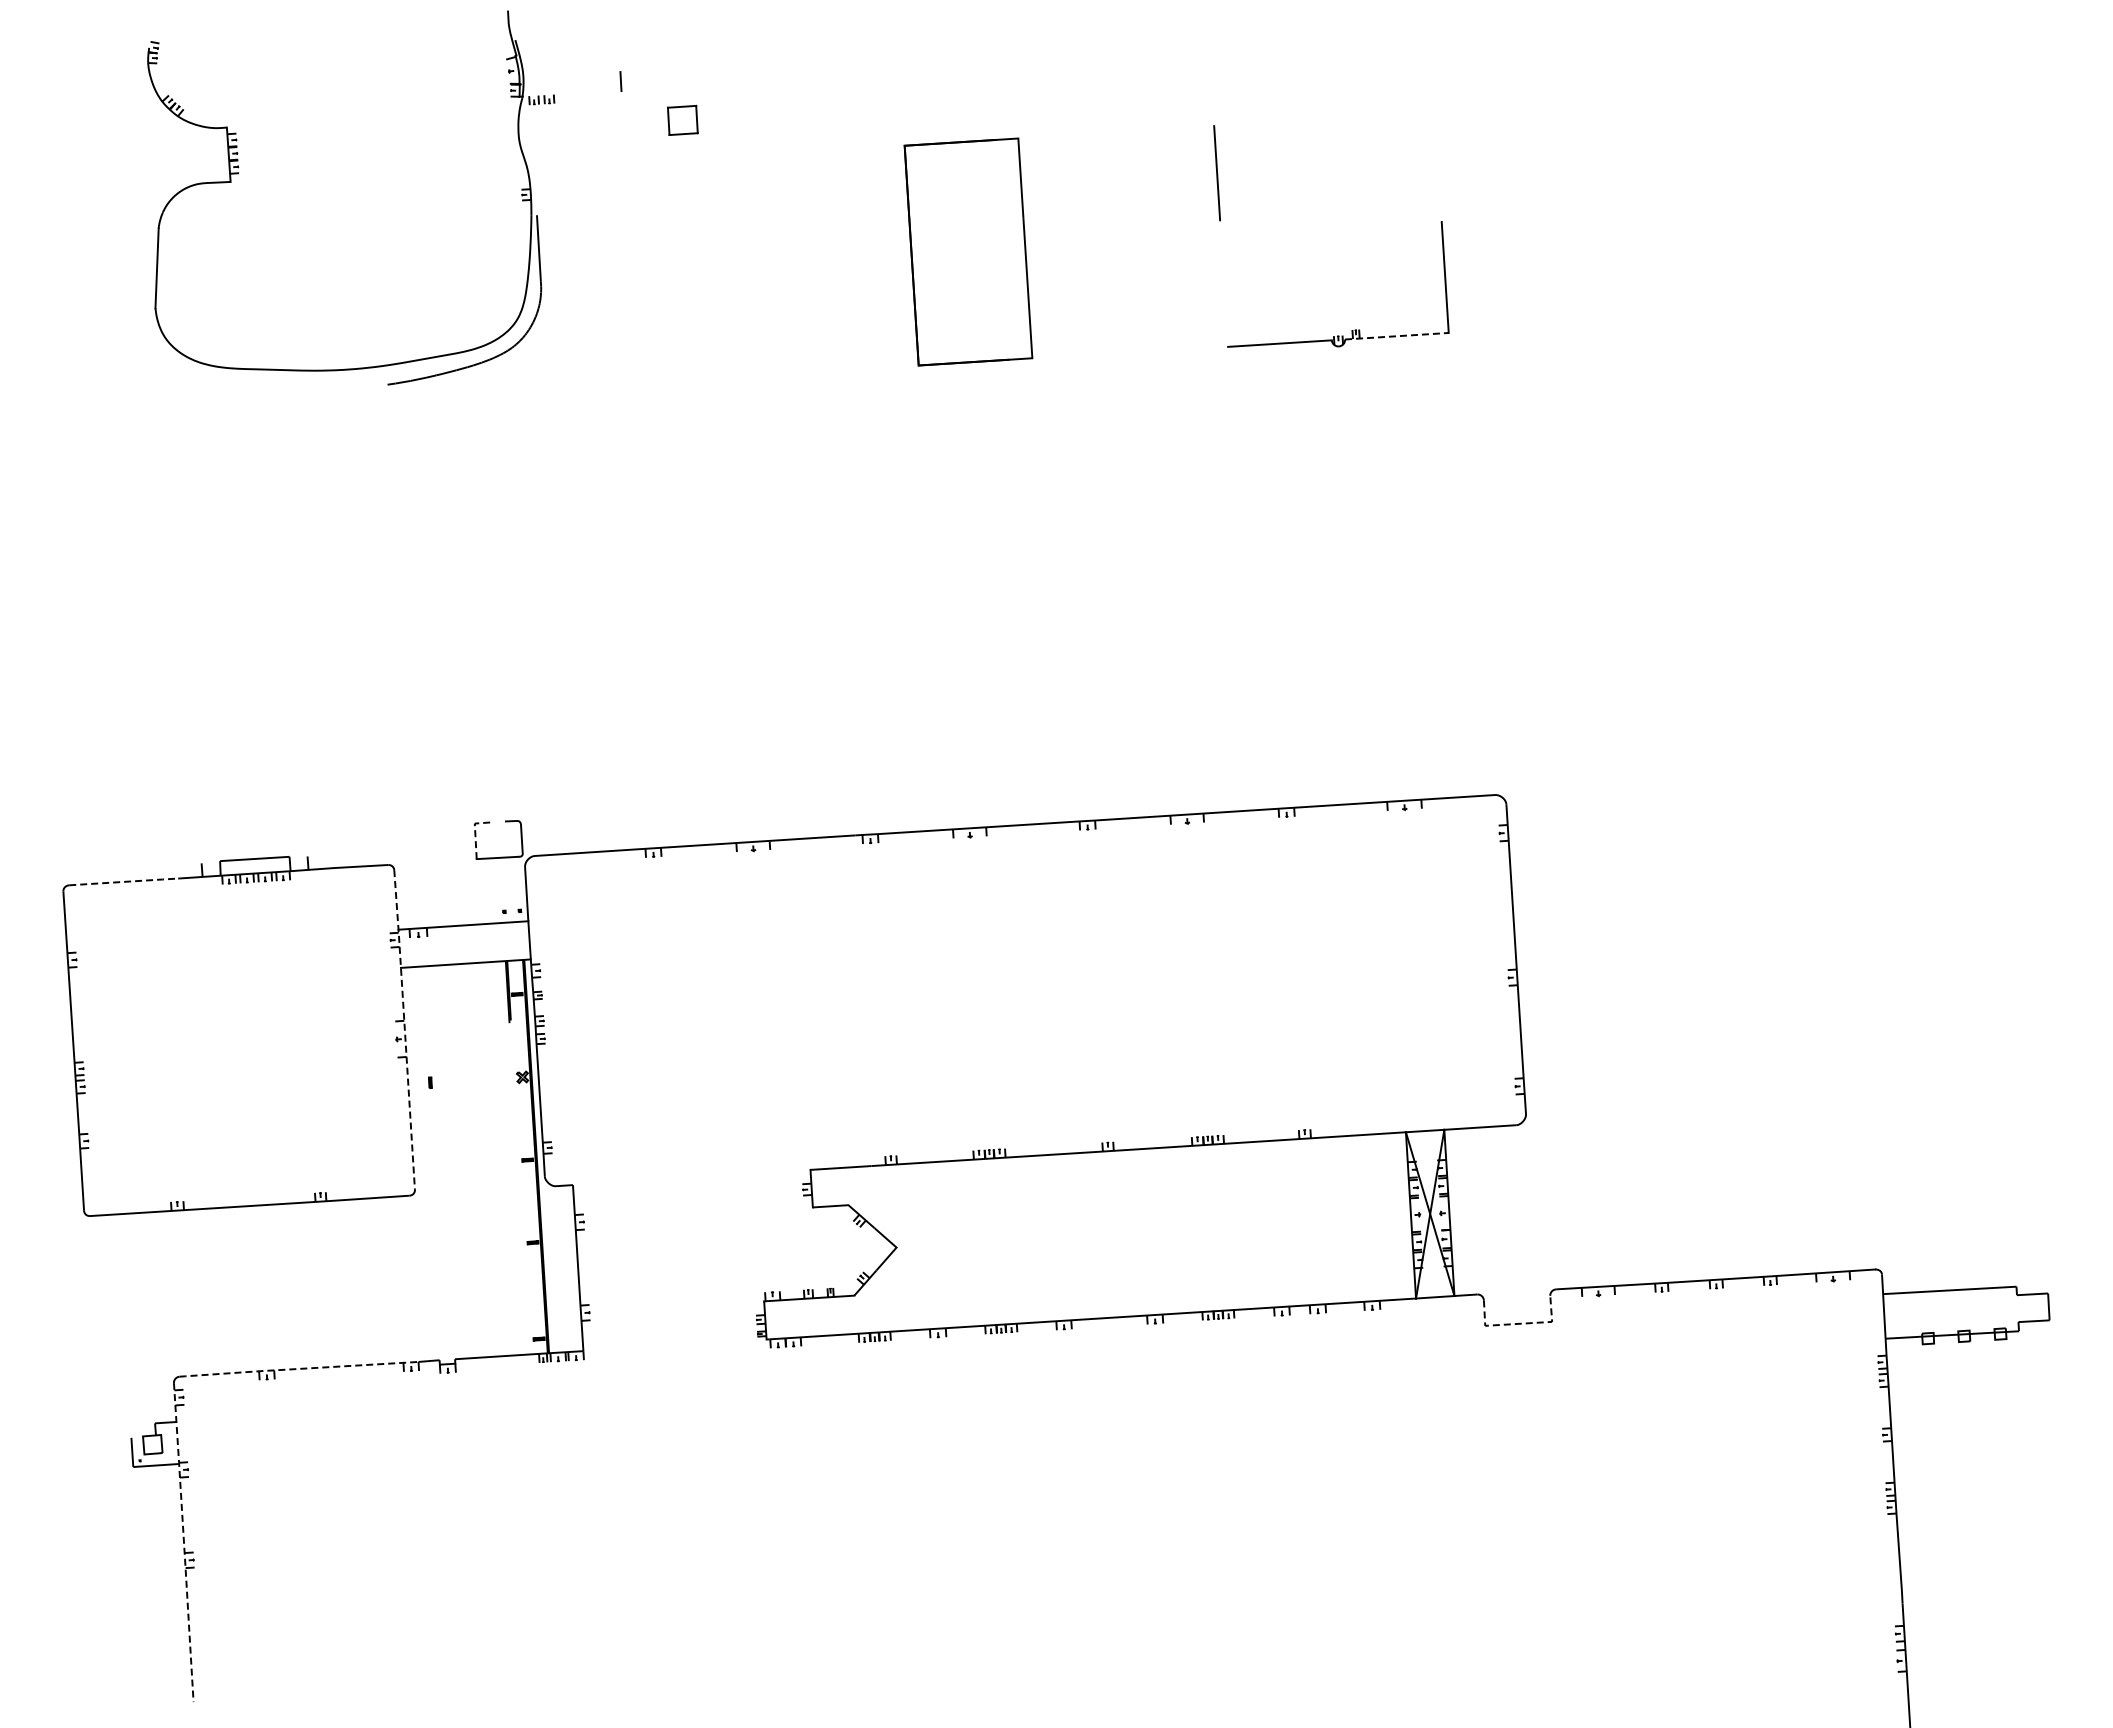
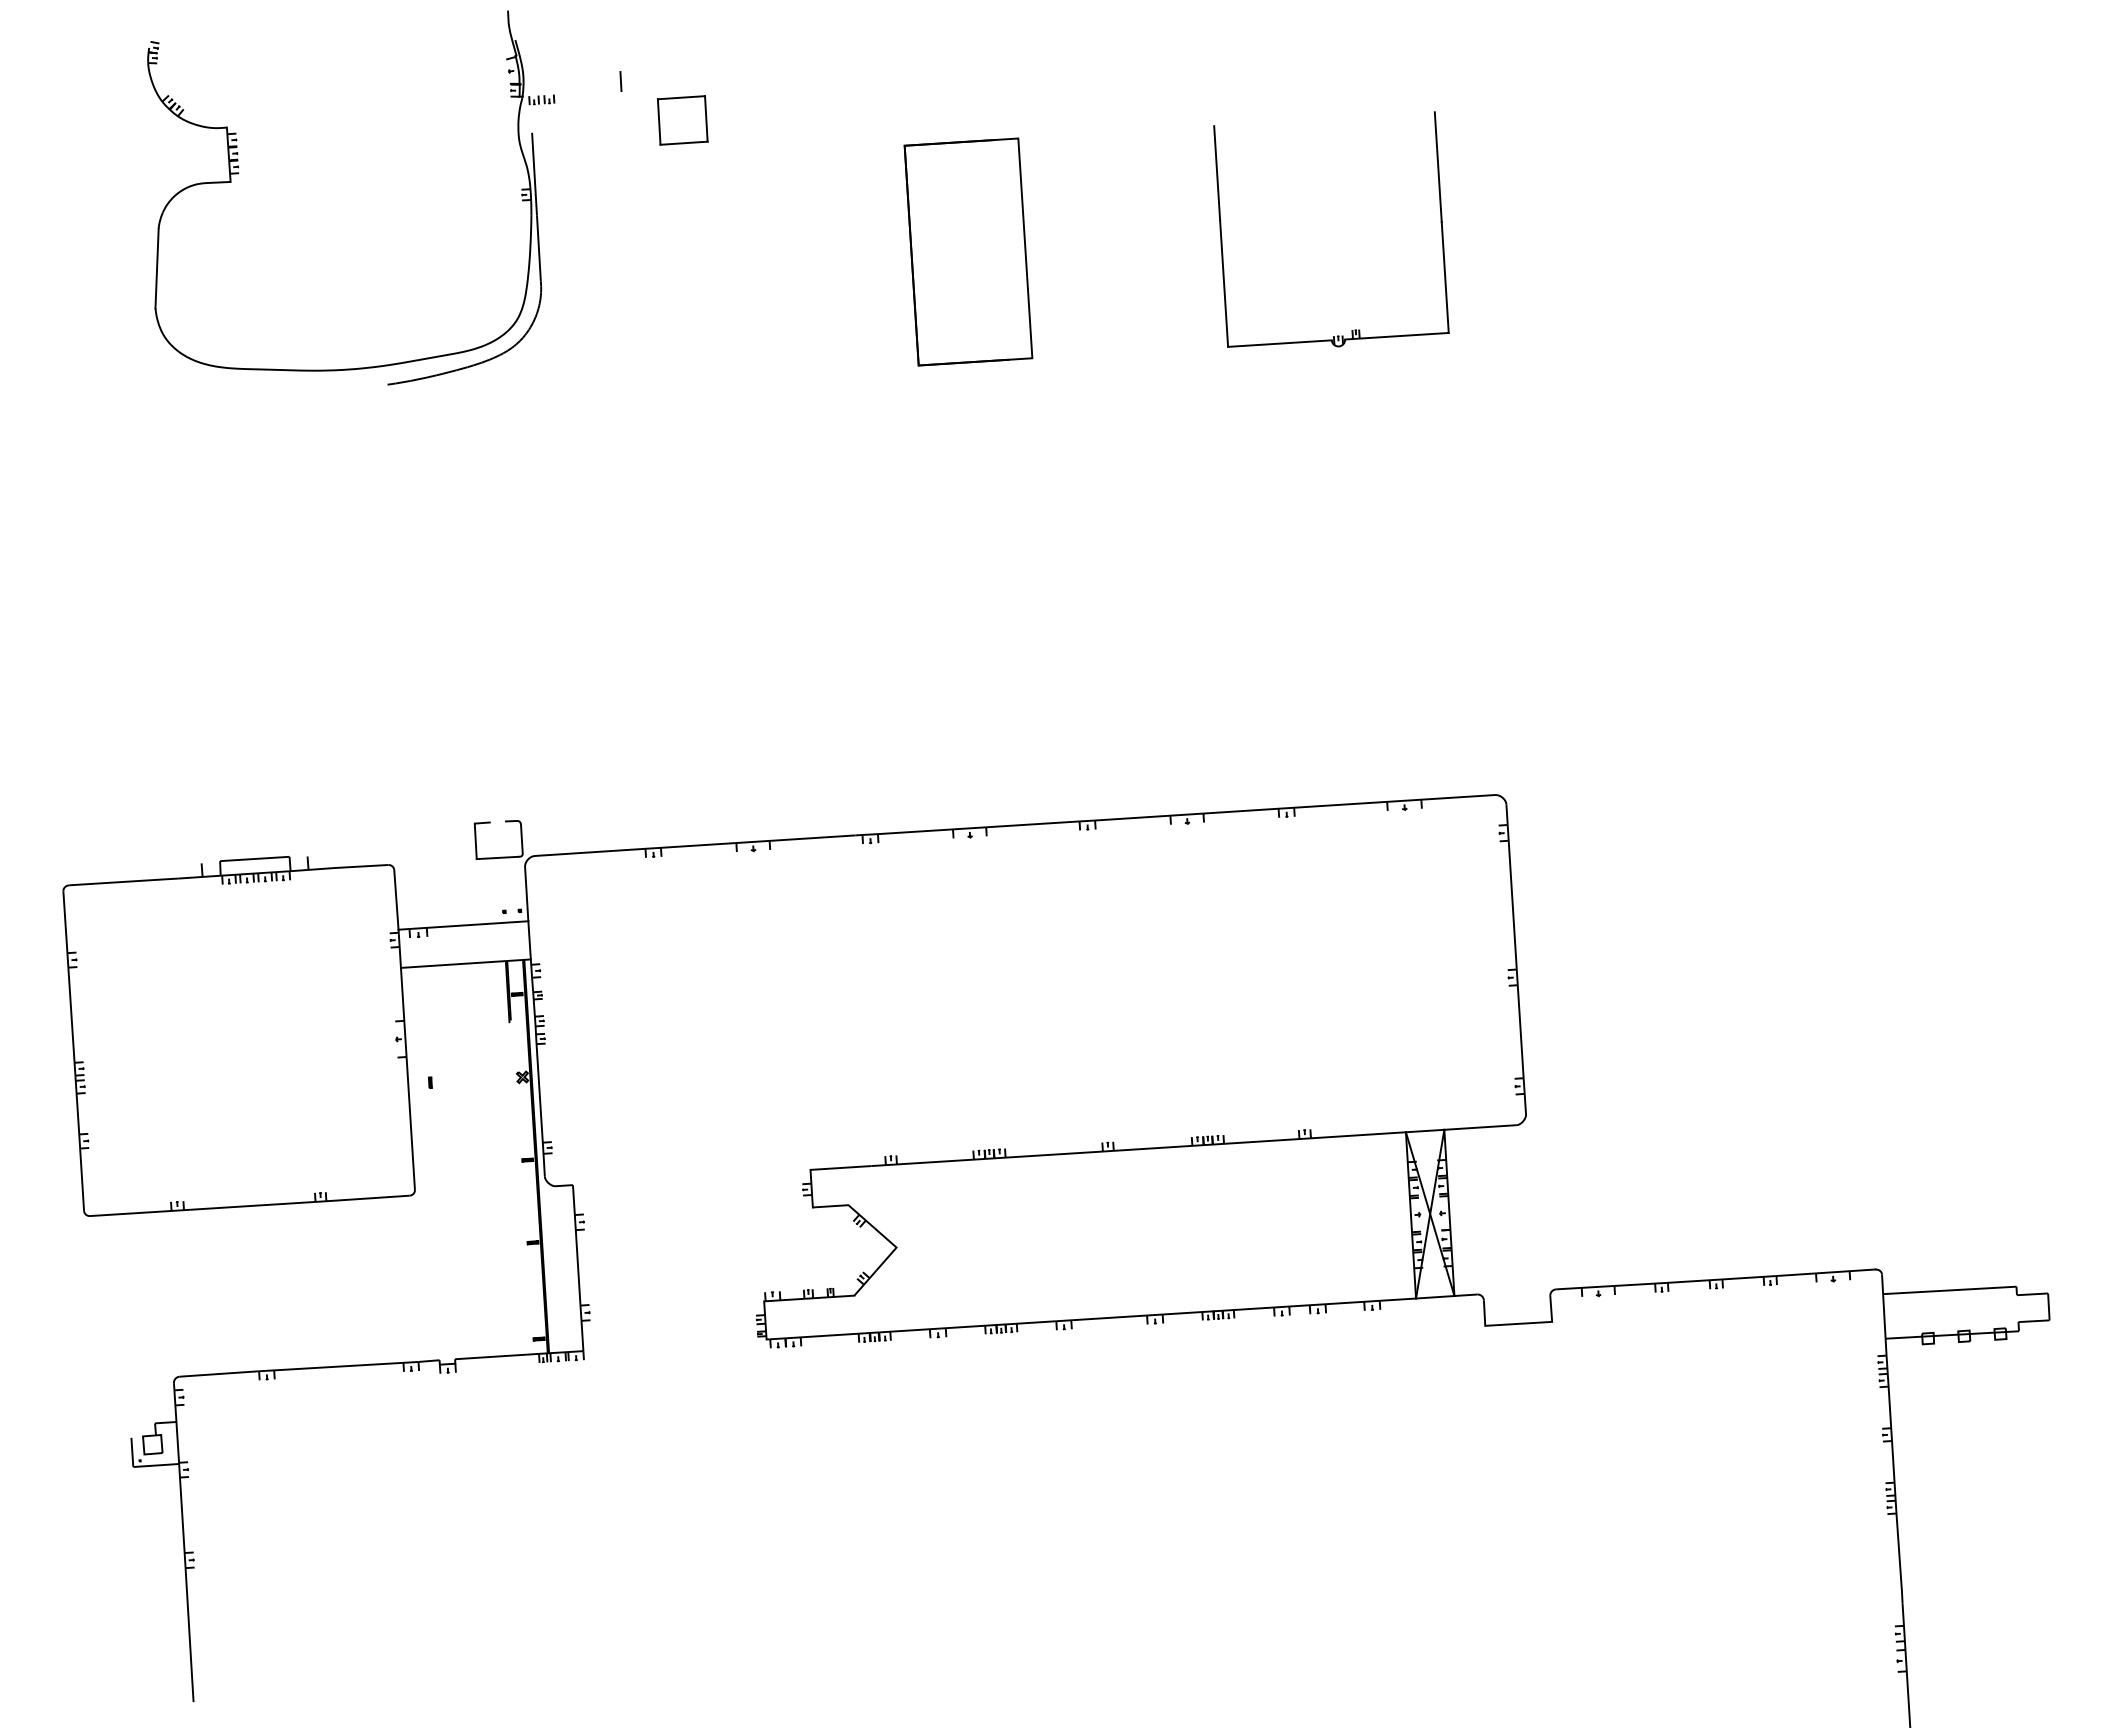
part at (682, 119) size: 32x32 px -> 52x51 px
line at (1437, 167): none -> present
line at (534, 173): none -> present
line at (1224, 283): none -> present
line at (1396, 336): dashed -> solid
line at (475, 832): dashed -> solid
line at (124, 881): dashed -> solid
line at (404, 1028): dashed -> solid
line at (1519, 1323): dashed -> solid
line at (297, 1368): dashed -> solid
line at (184, 1543): dashed -> solid
